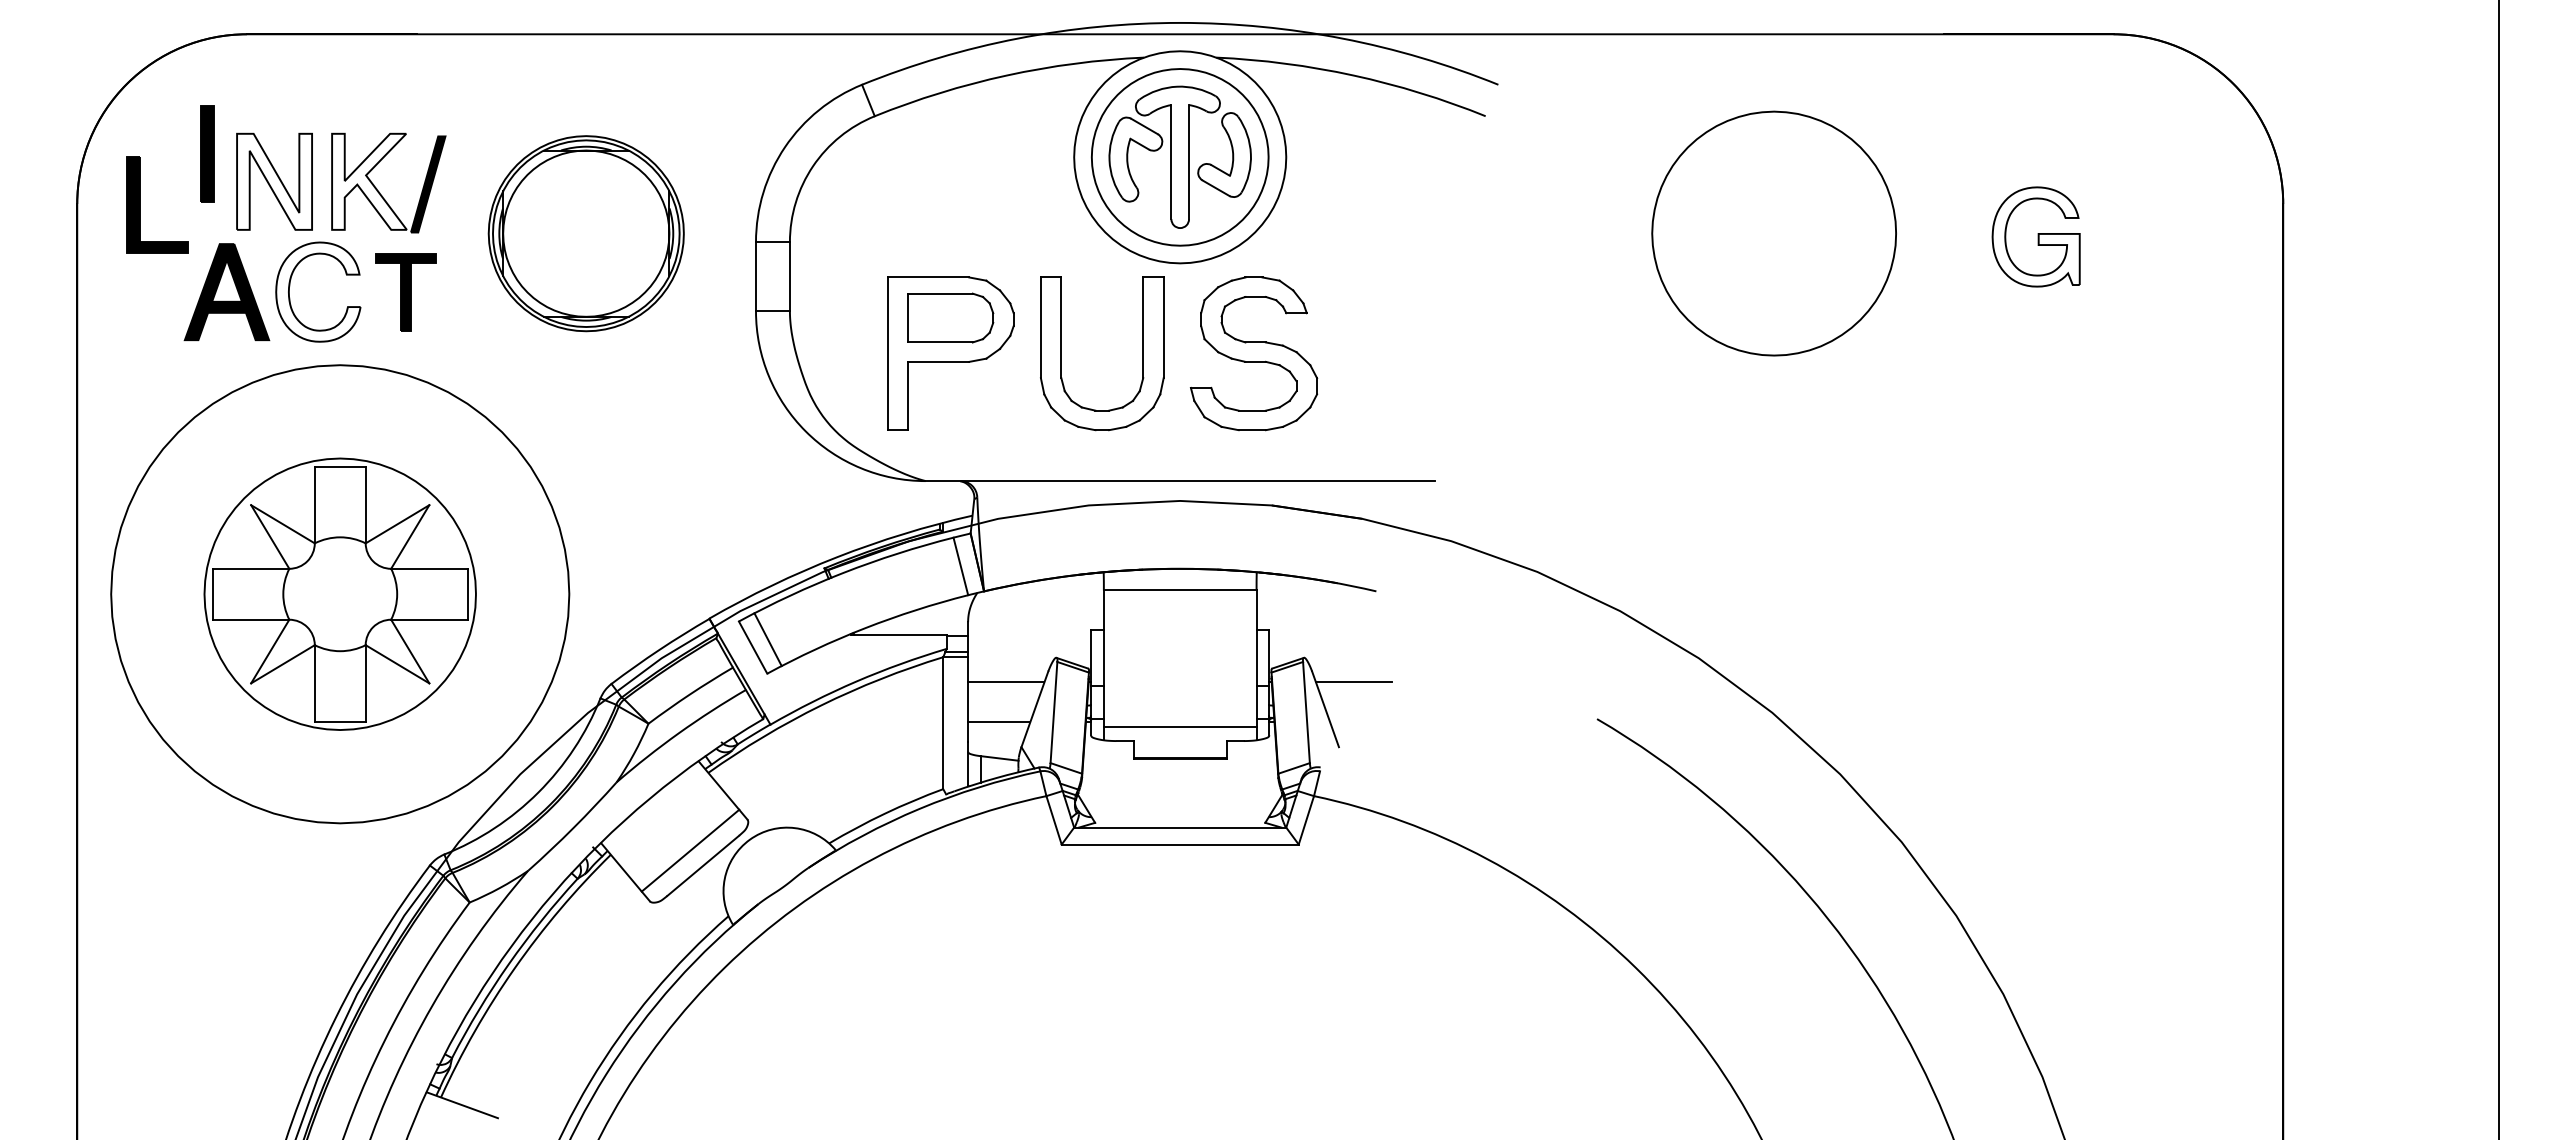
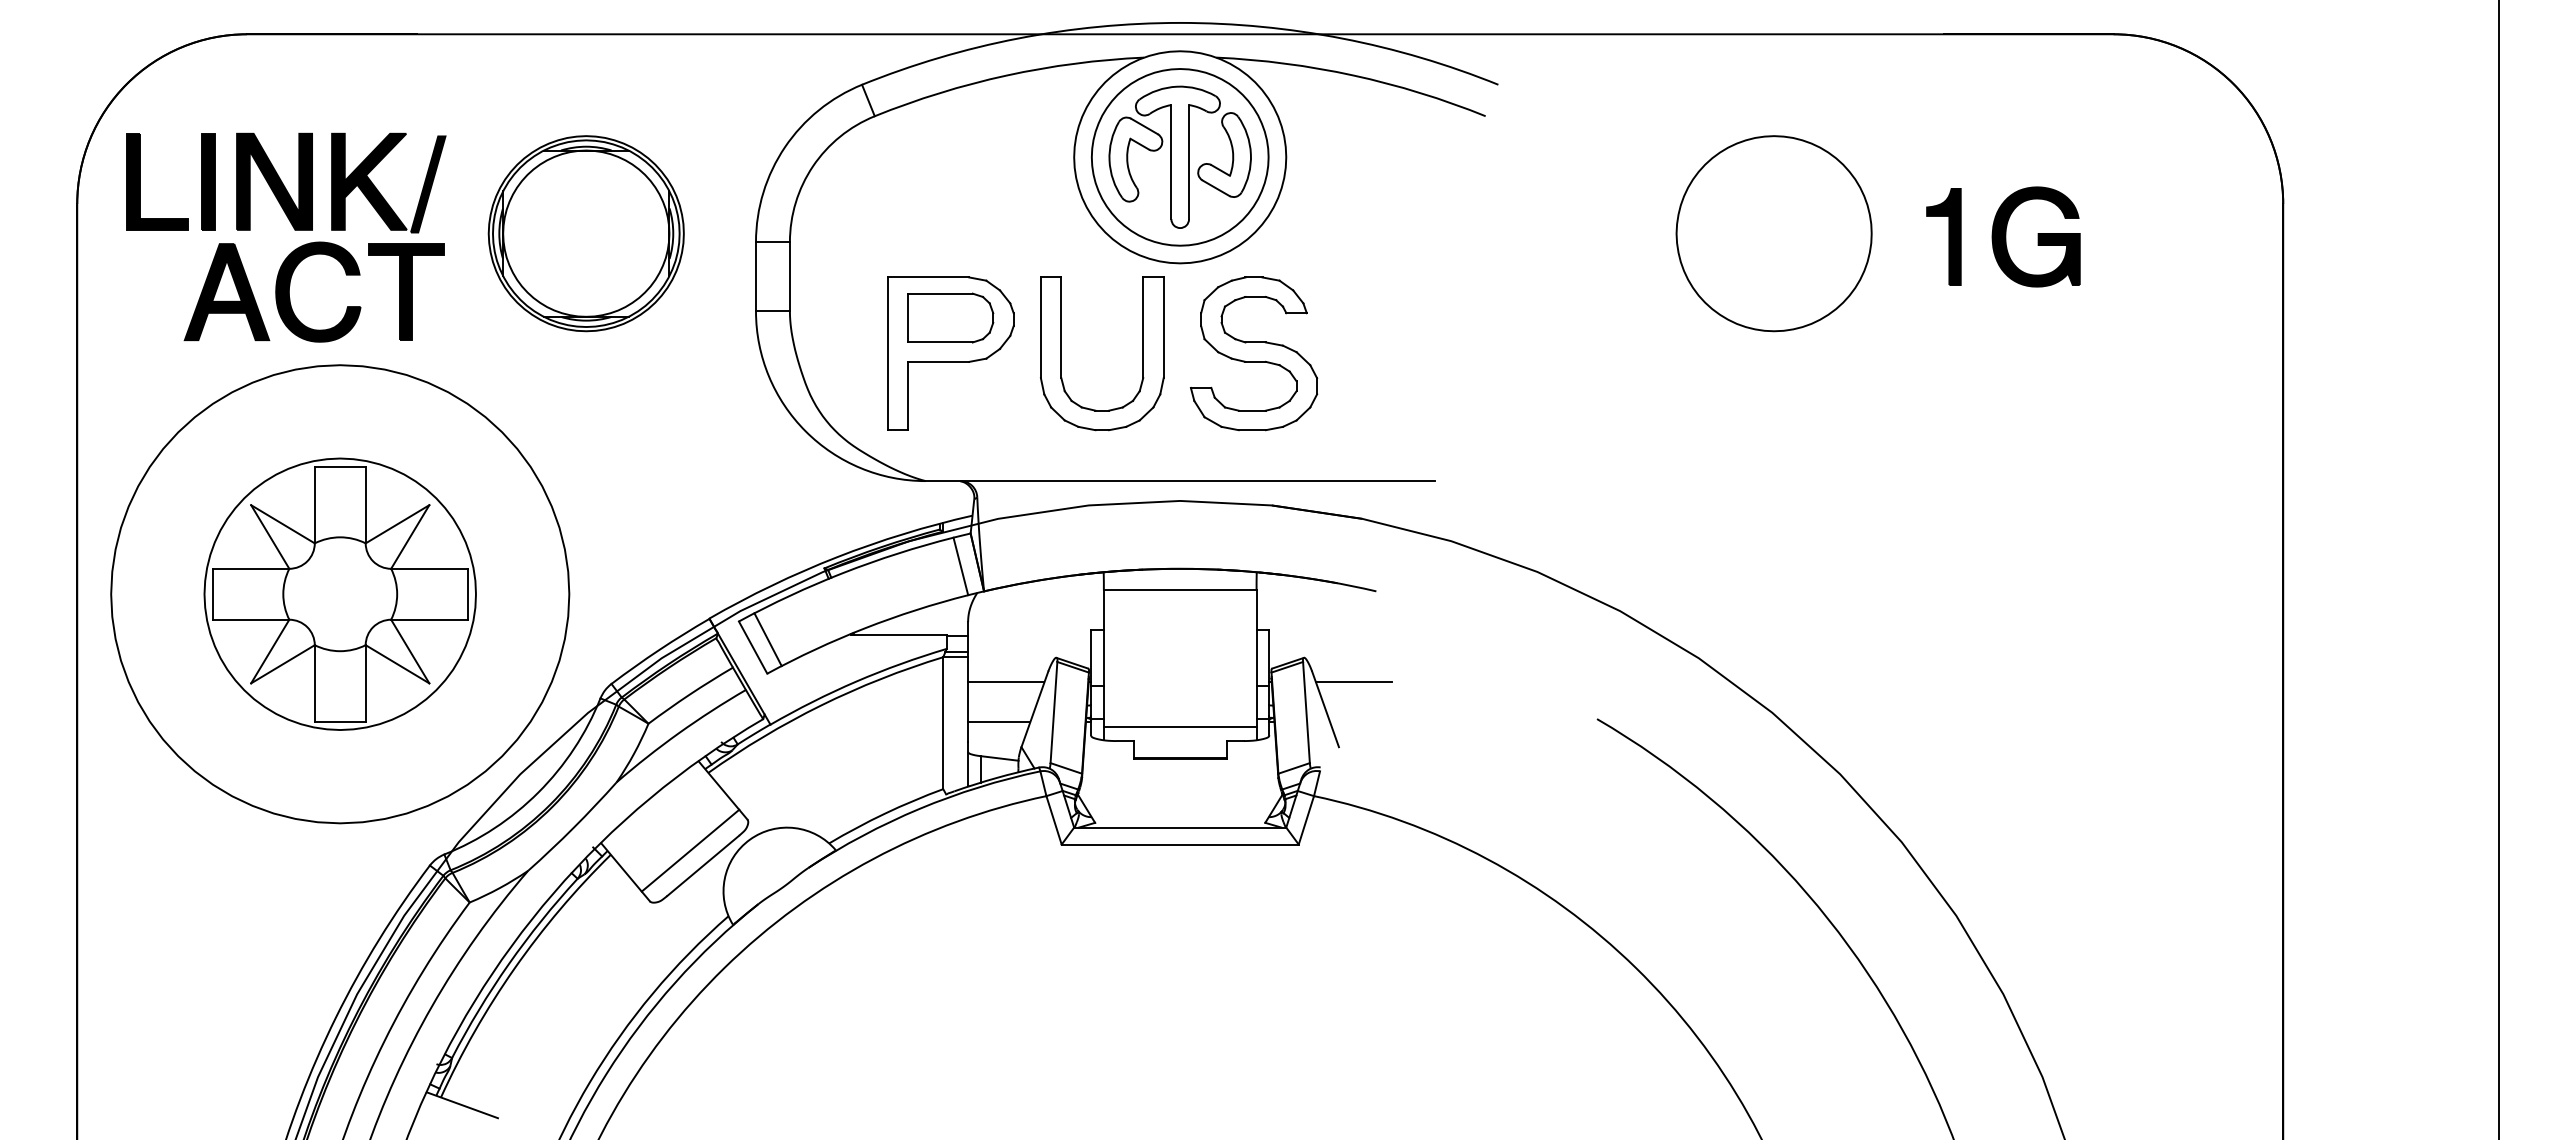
part at (207, 153) position: (207, 153) -> (208, 181)
fill at (274, 181): none -> present
fill at (369, 181): none -> present
part at (140, 204) position: (140, 204) -> (140, 181)
part at (1773, 233) size: 246x247 px -> 198x198 px
part at (1943, 236): none -> present
fill at (2035, 236): none -> present
fill at (318, 291): none -> present
part at (405, 292) size: 62x79 px -> 77x98 px
